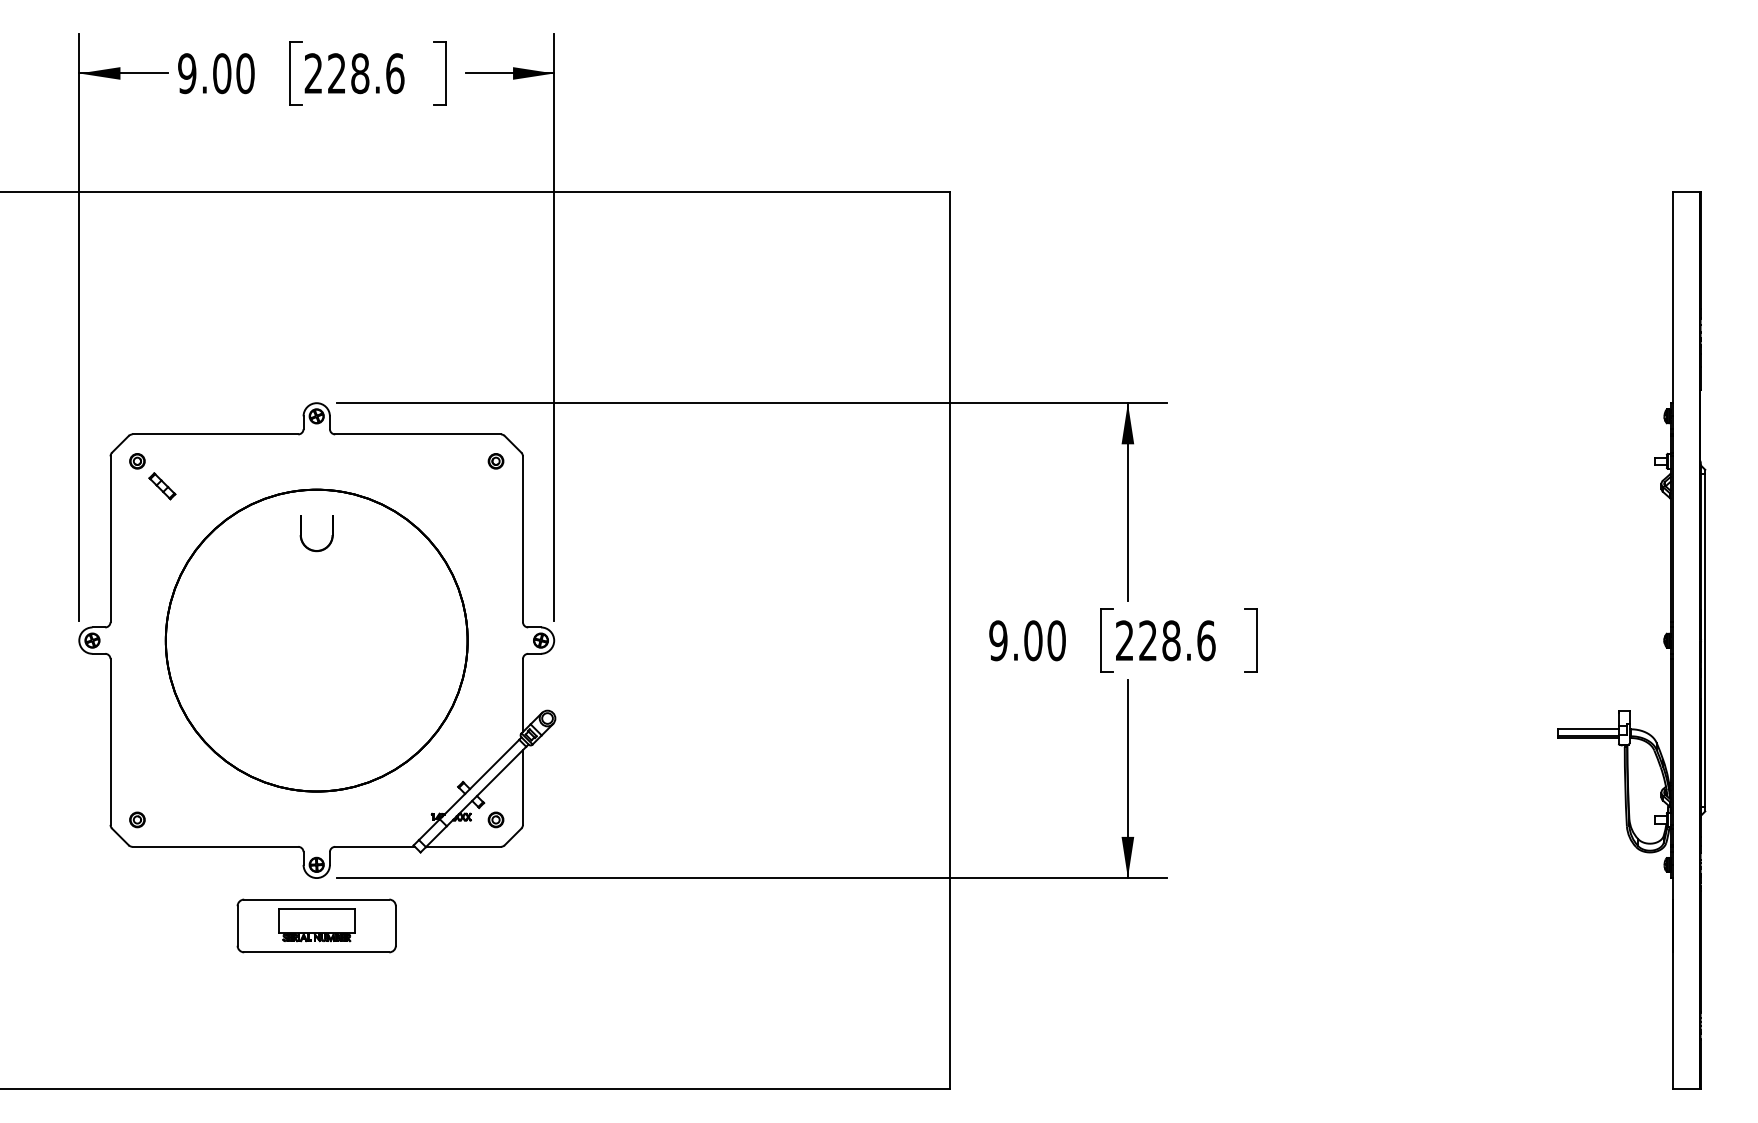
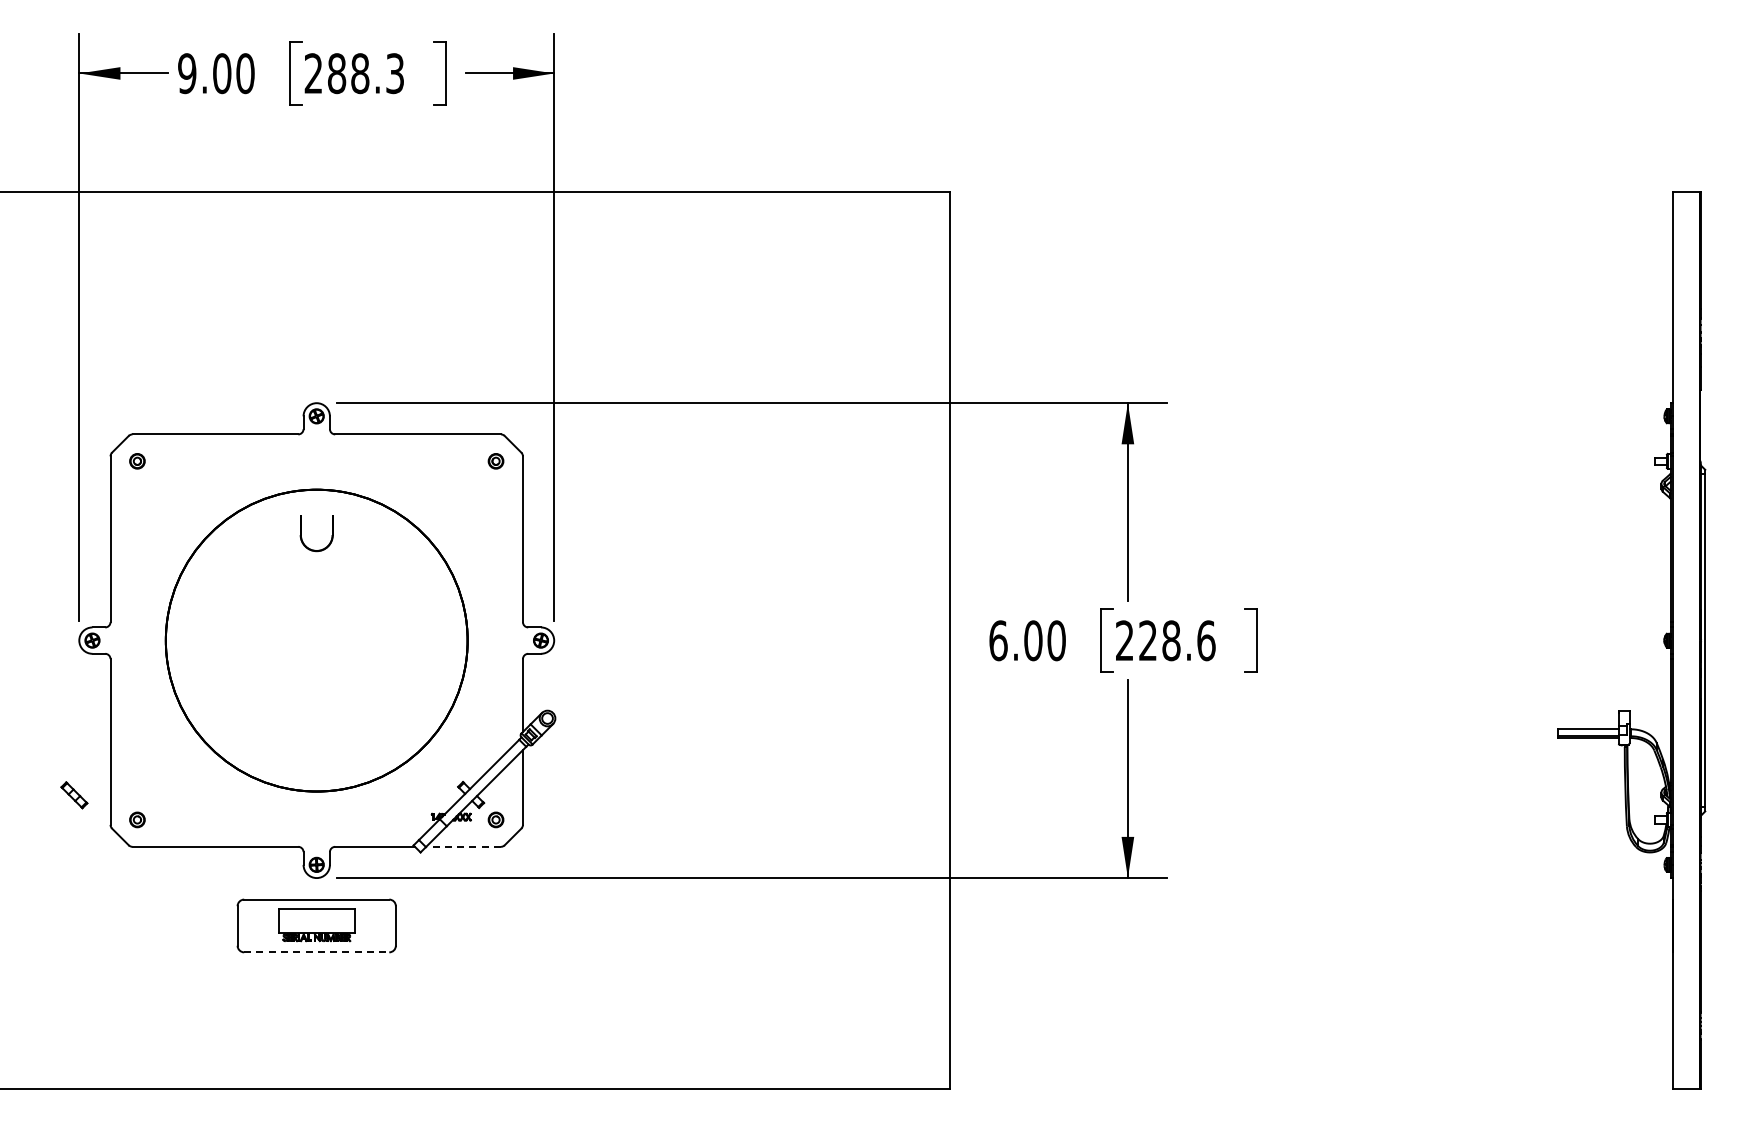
text at (366, 73): 228.6 -> 288.3
part at (162, 486) position: (162, 486) -> (74, 795)
text at (998, 640): 9.00 -> 6.00
line at (463, 846): solid -> dashed
line at (316, 952): solid -> dashed
